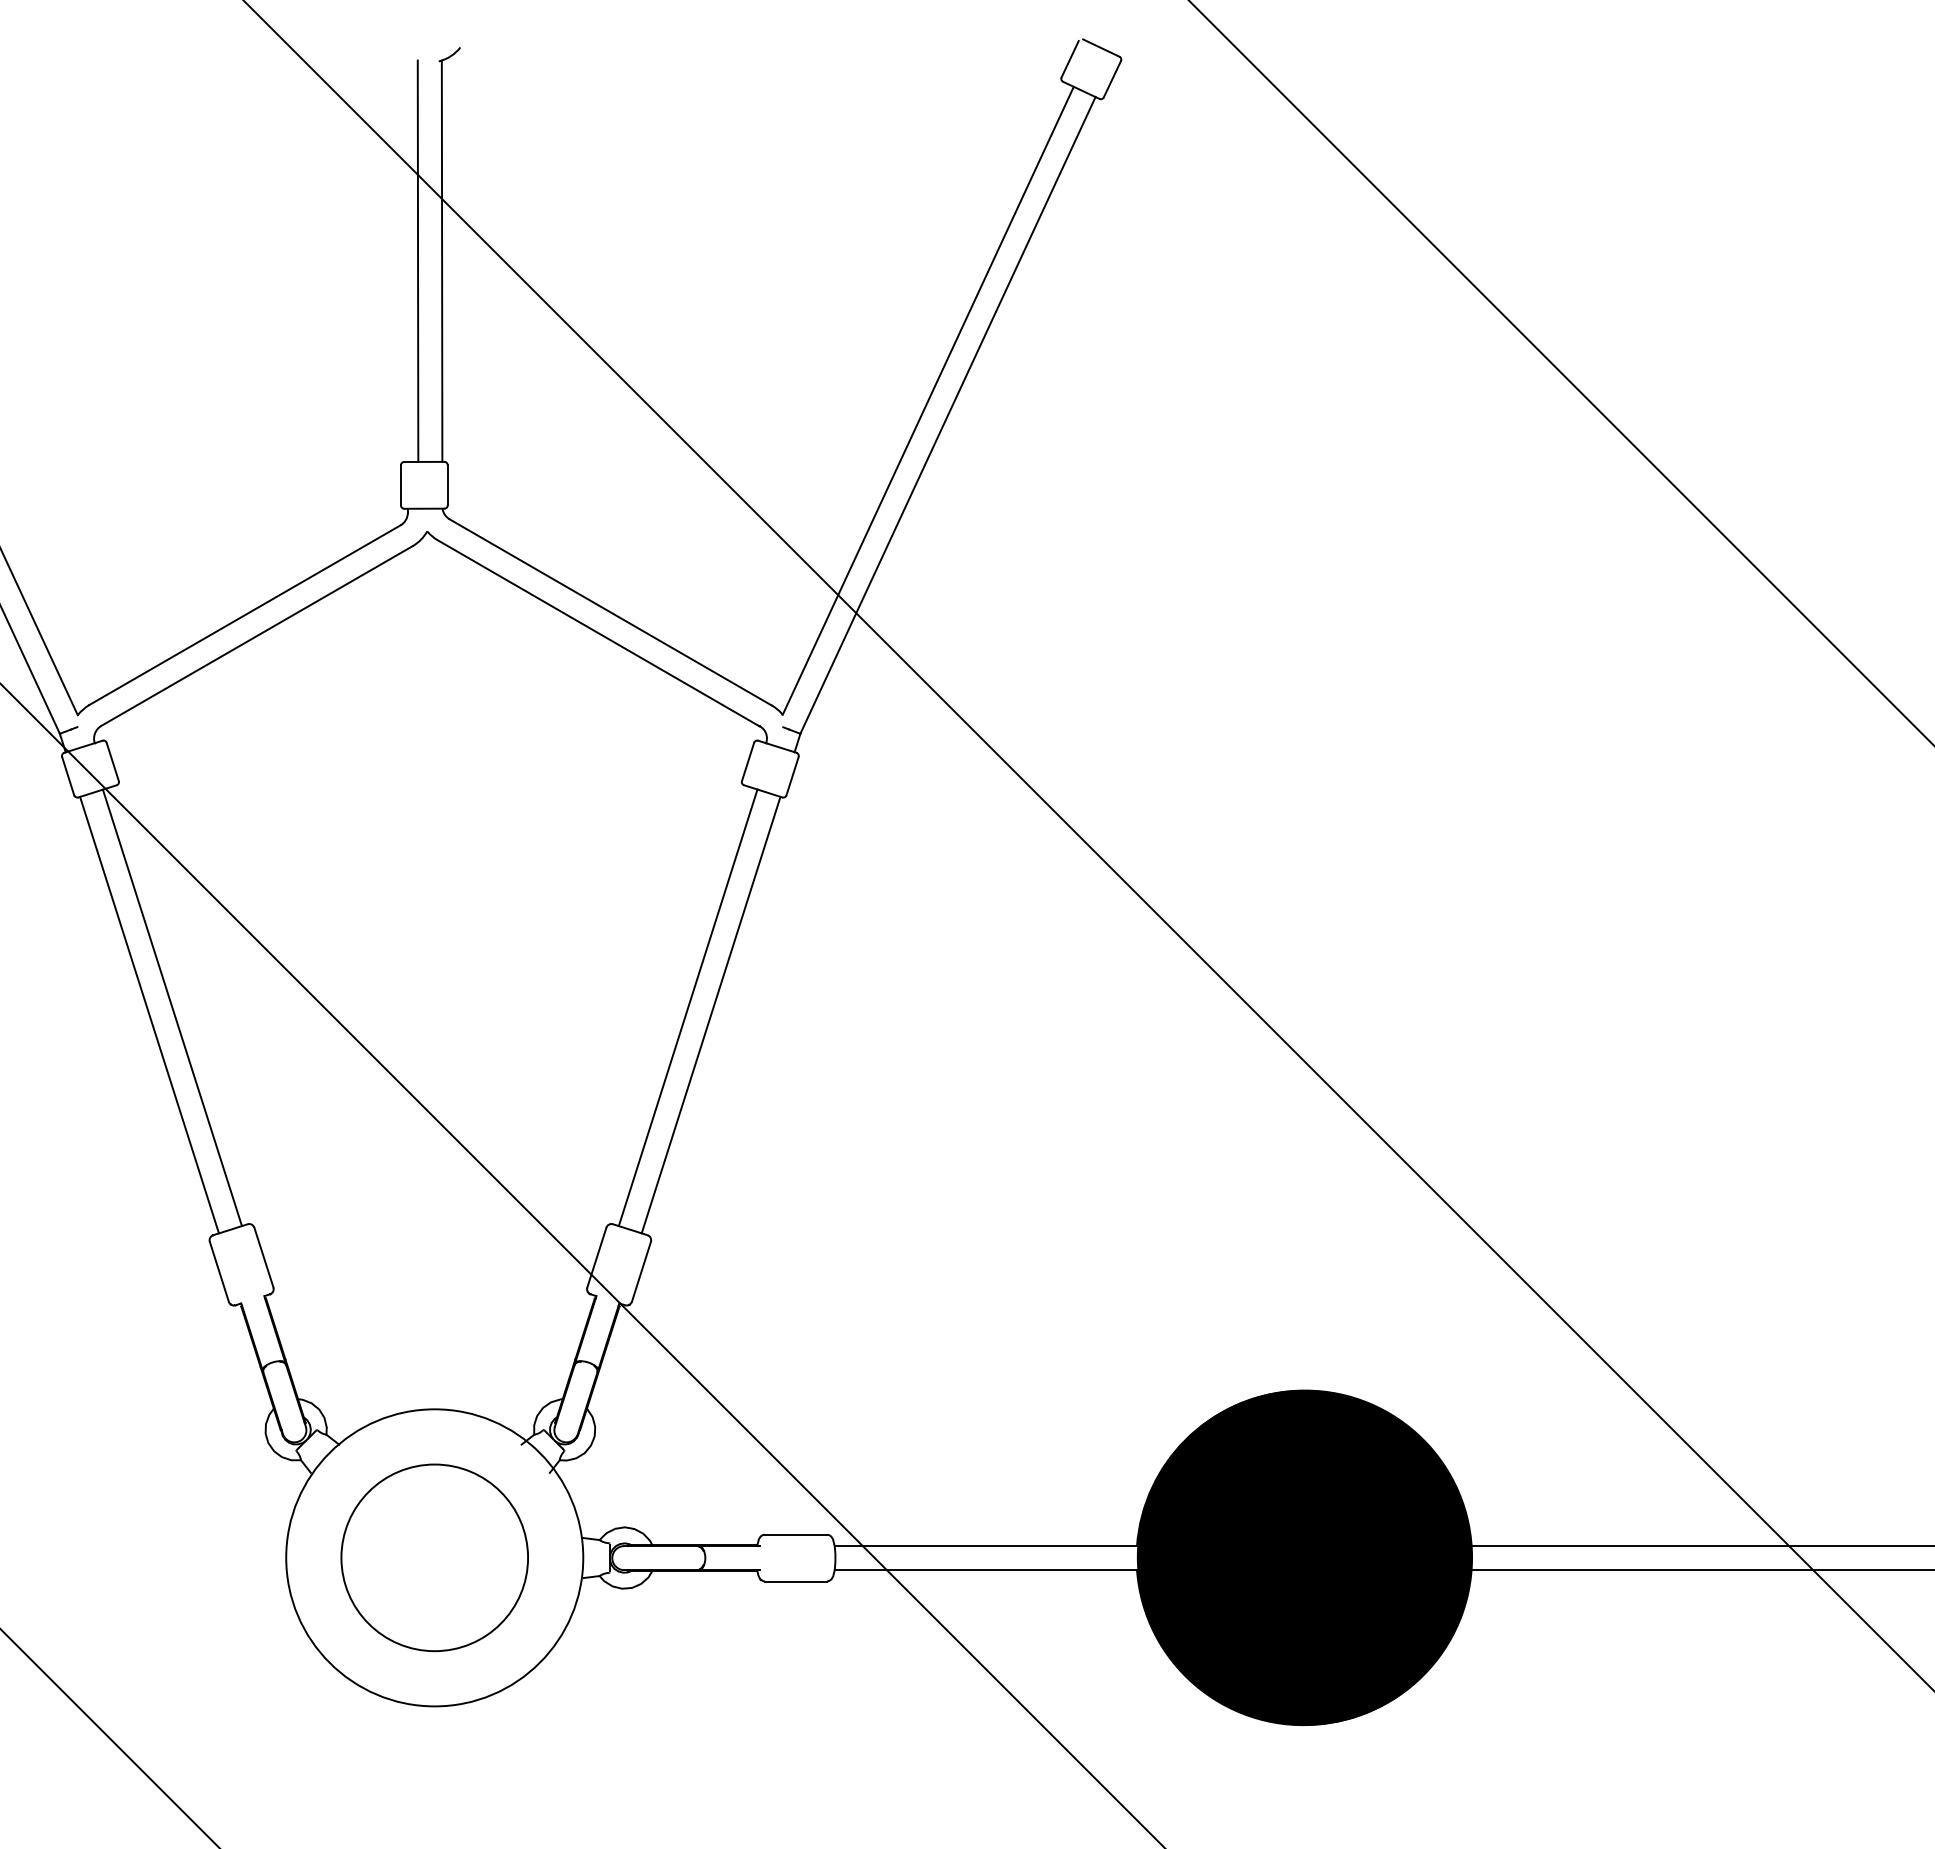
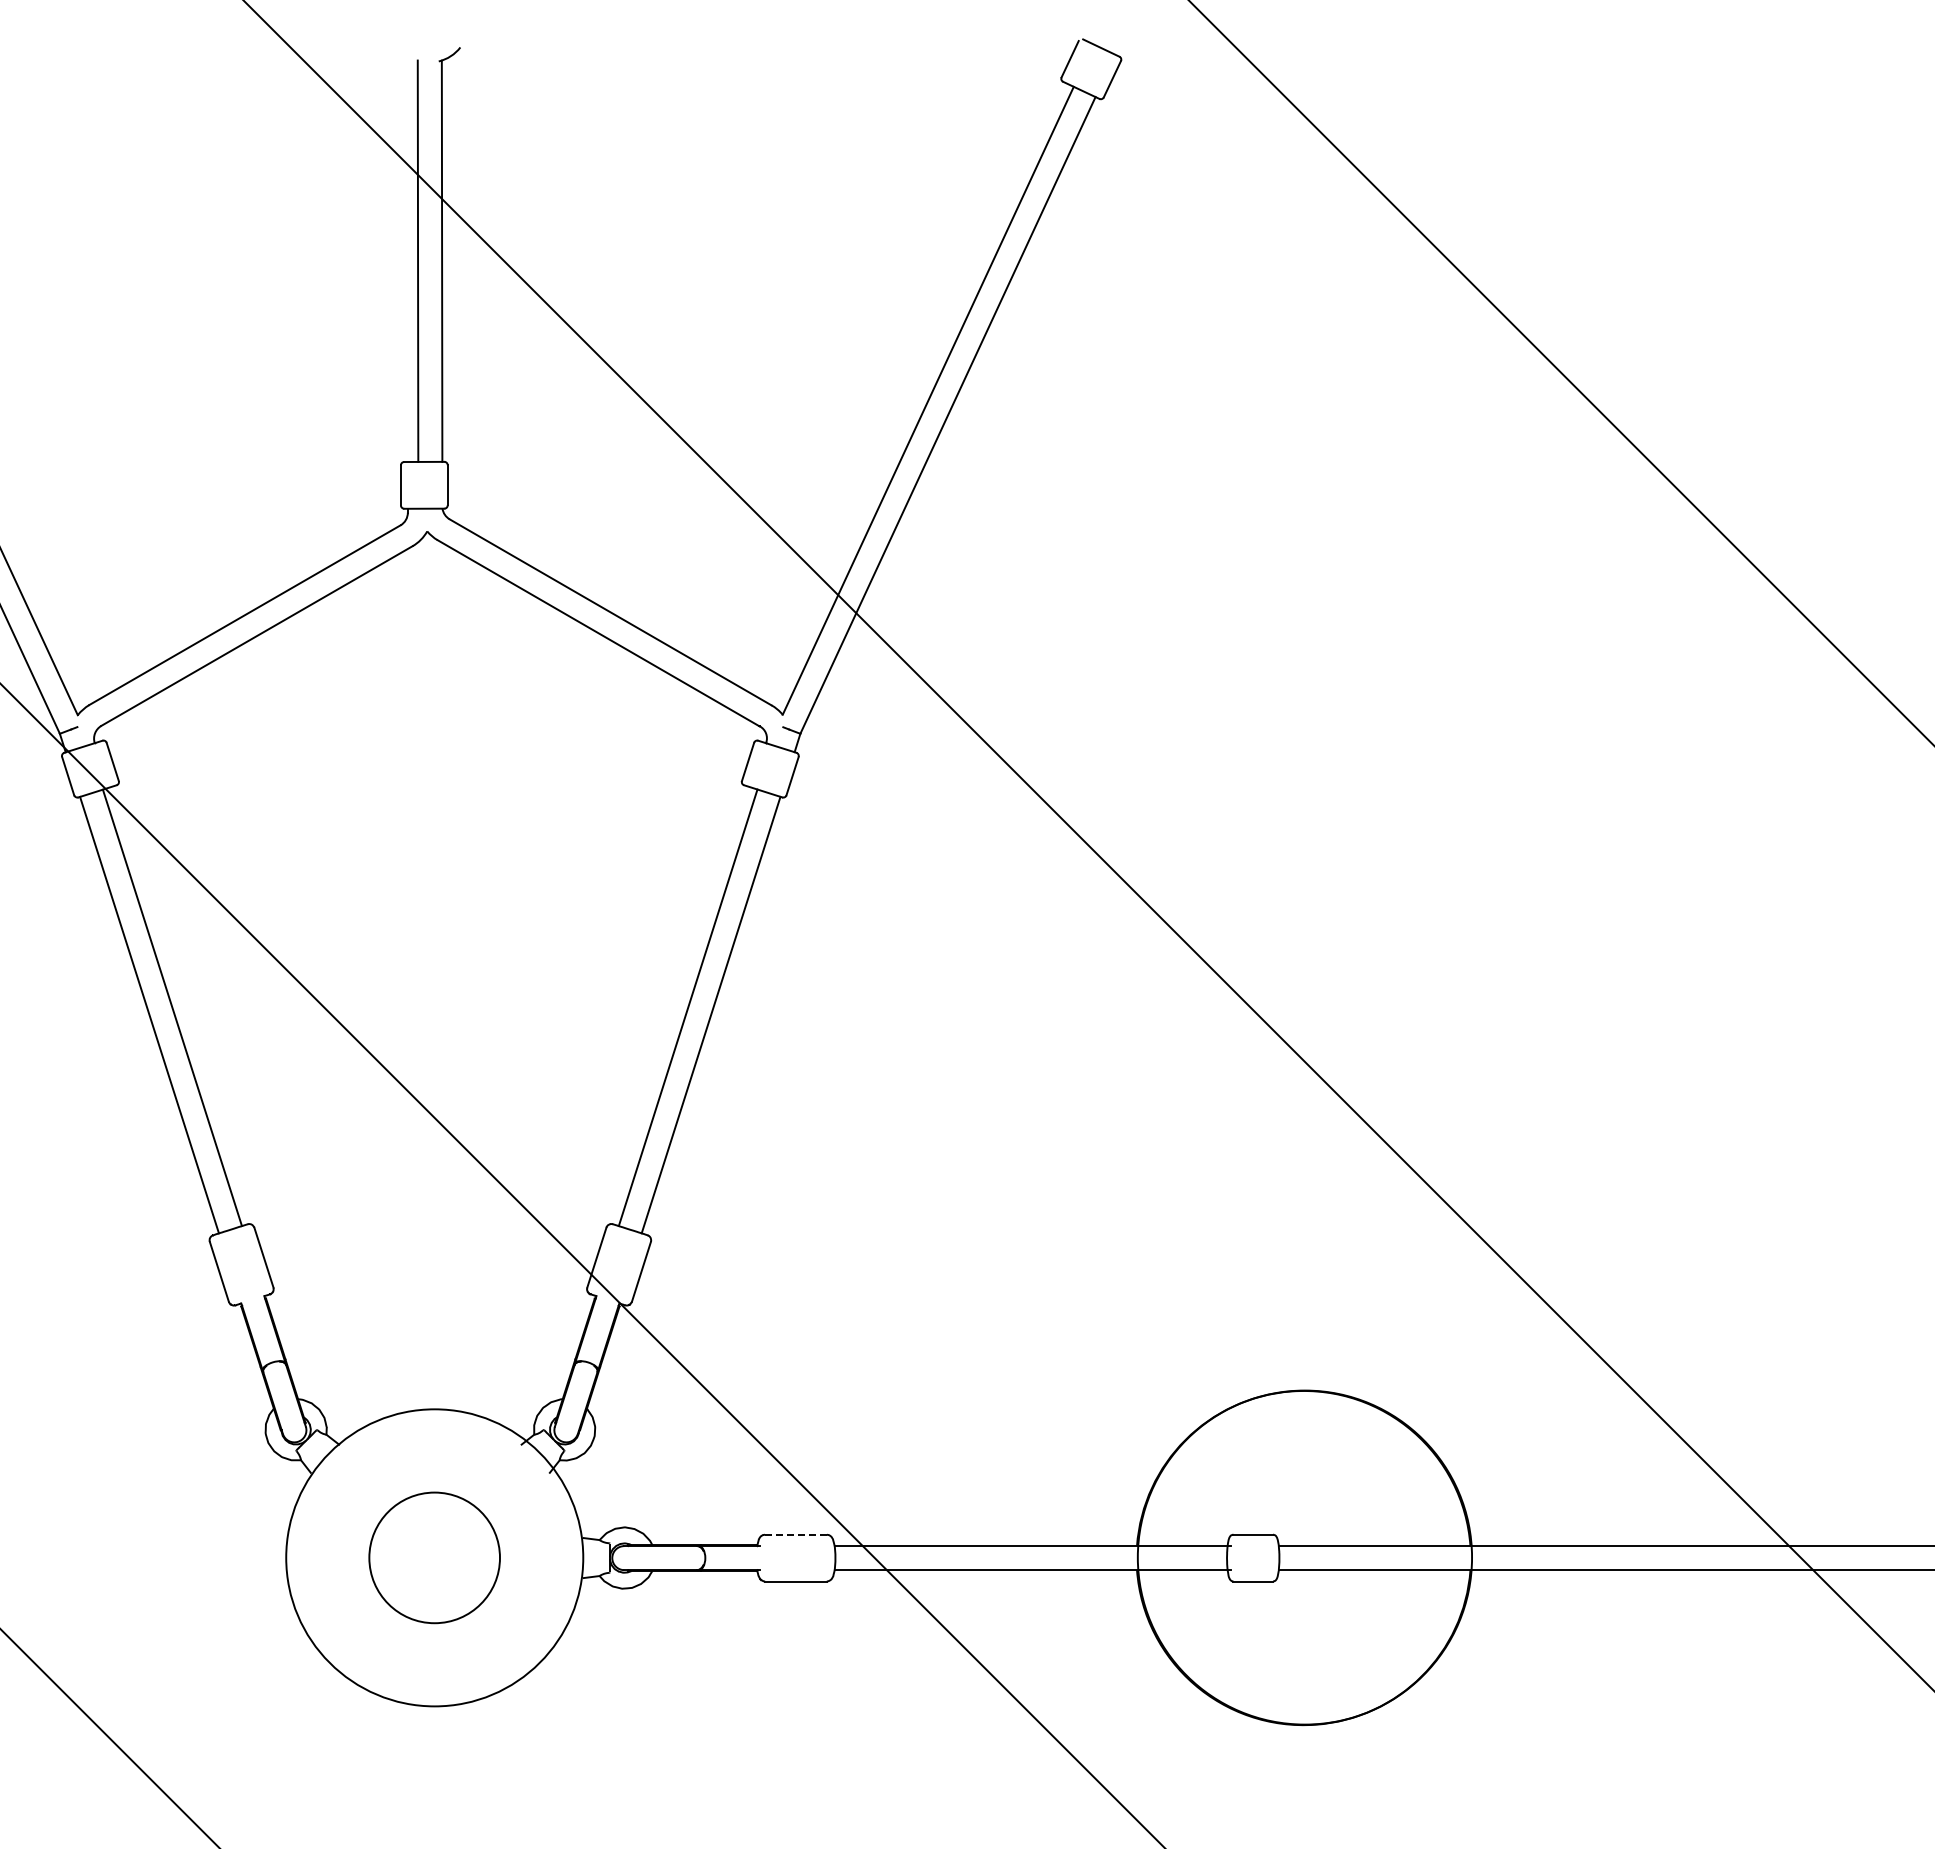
line at (795, 1534): solid -> dashed
circle at (434, 1557) size: 189x190 px -> 133x134 px
fill at (1304, 1557): present -> none
